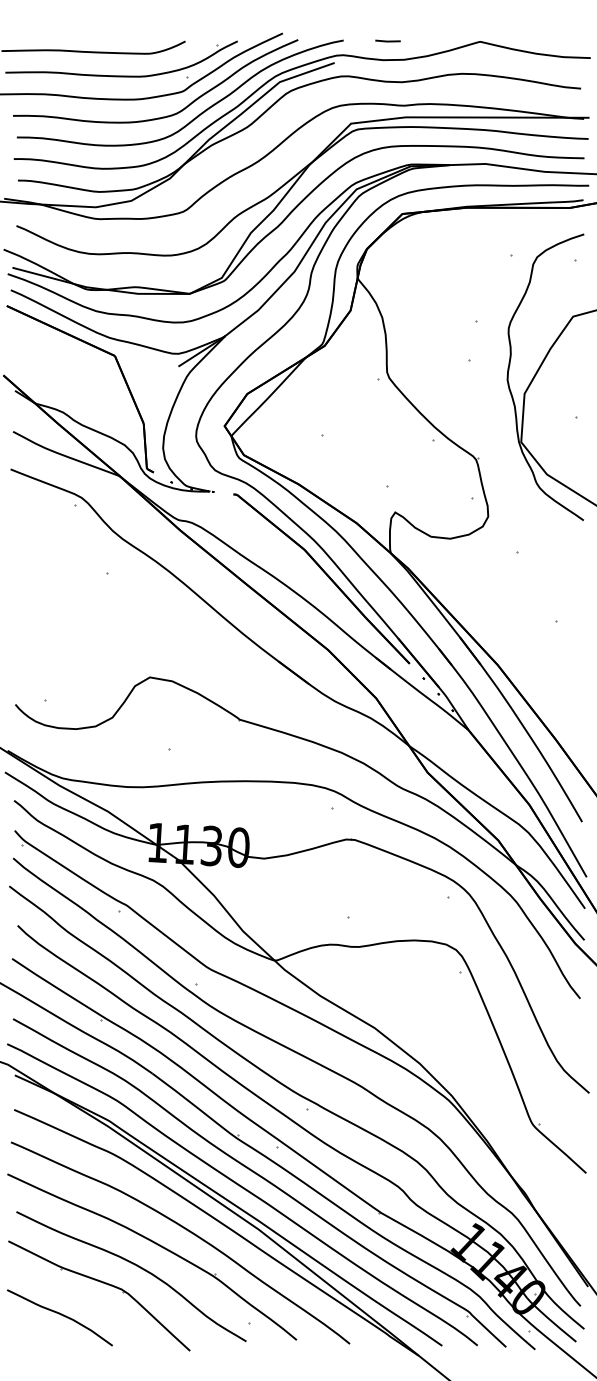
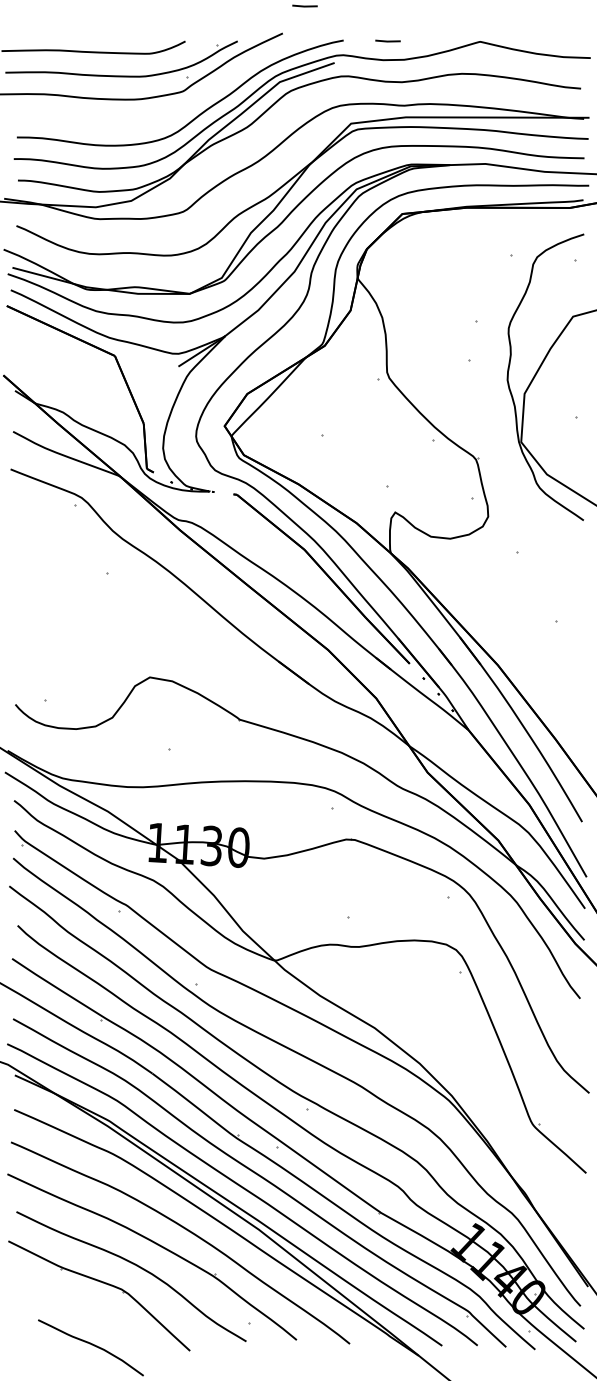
line at (304, 5): none -> present
curve at (162, 116): present -> none
curve at (60, 1315) position: (60, 1315) -> (91, 1345)
